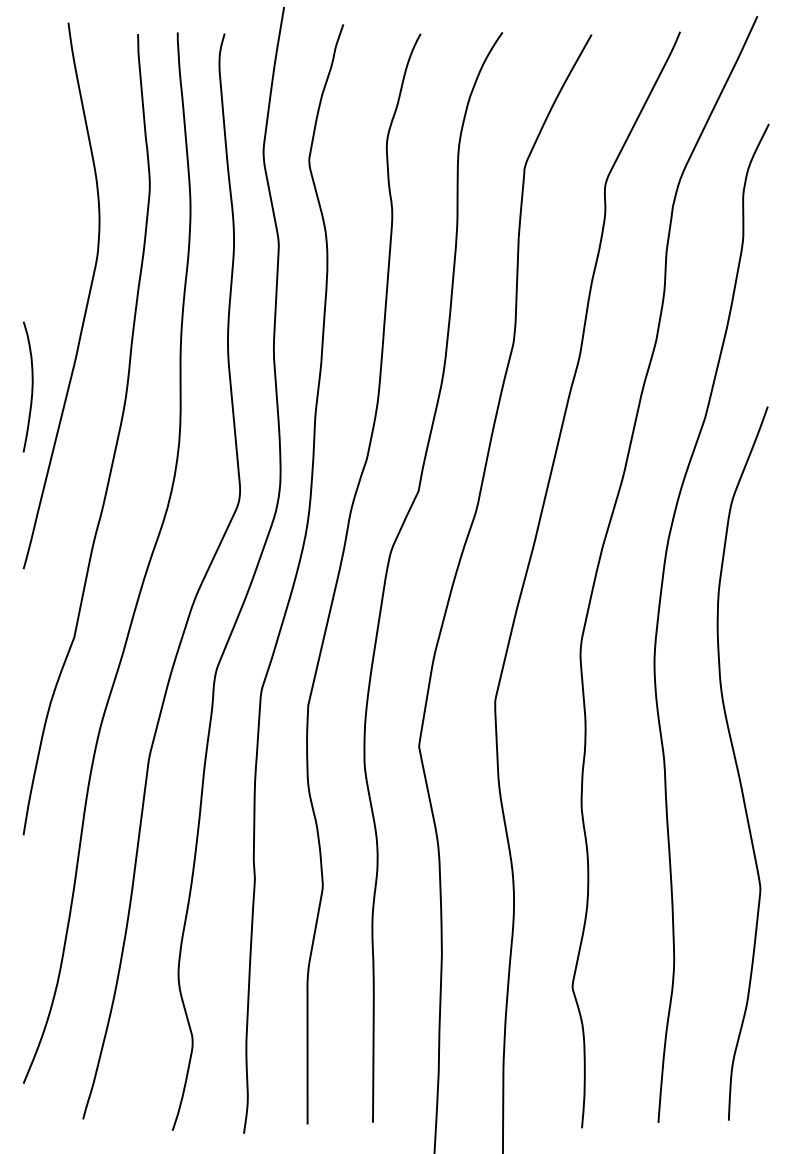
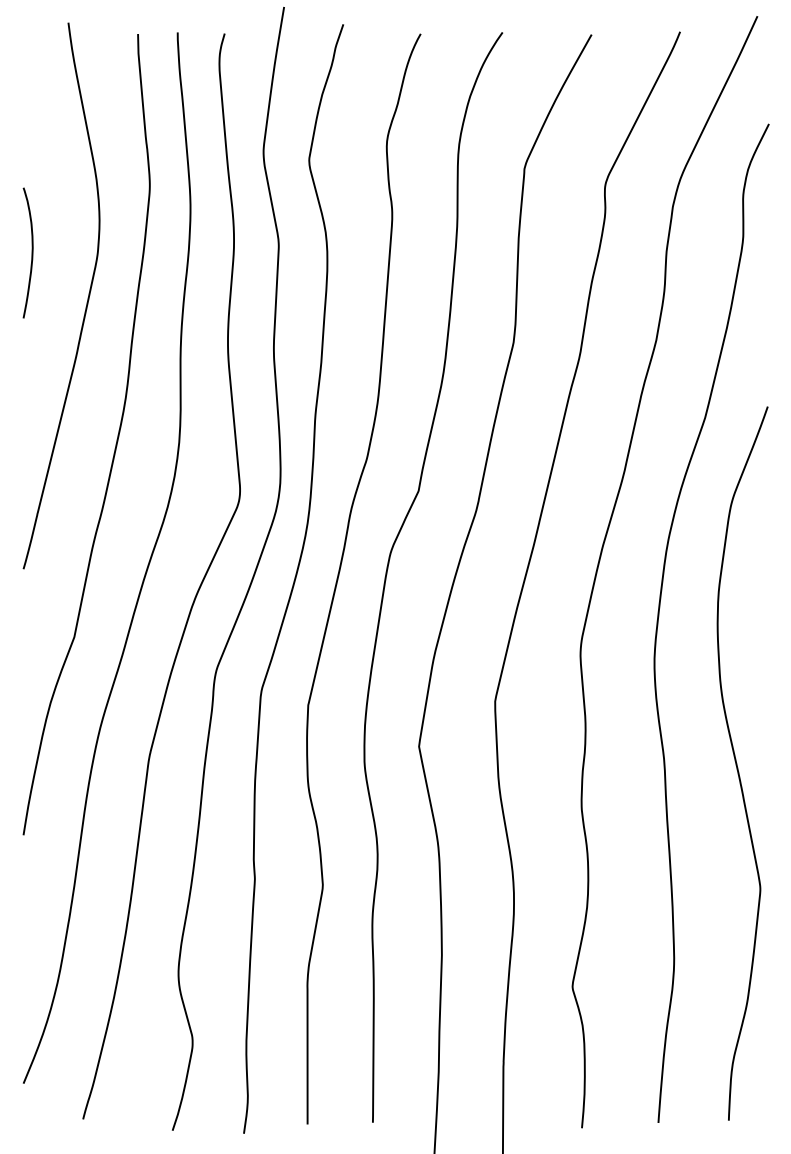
curve at (31, 386) position: (31, 386) -> (31, 252)
